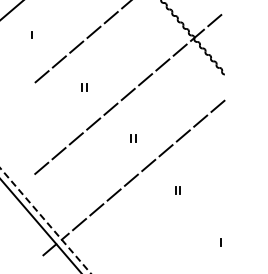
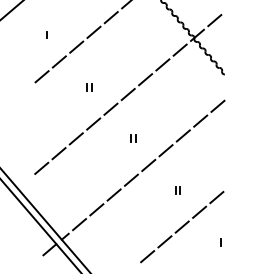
line at (31, 34) position: (31, 34) -> (46, 34)
part at (84, 87) position: (84, 87) -> (89, 87)
line at (45, 220): dashed -> solid
line at (182, 227): none -> present
